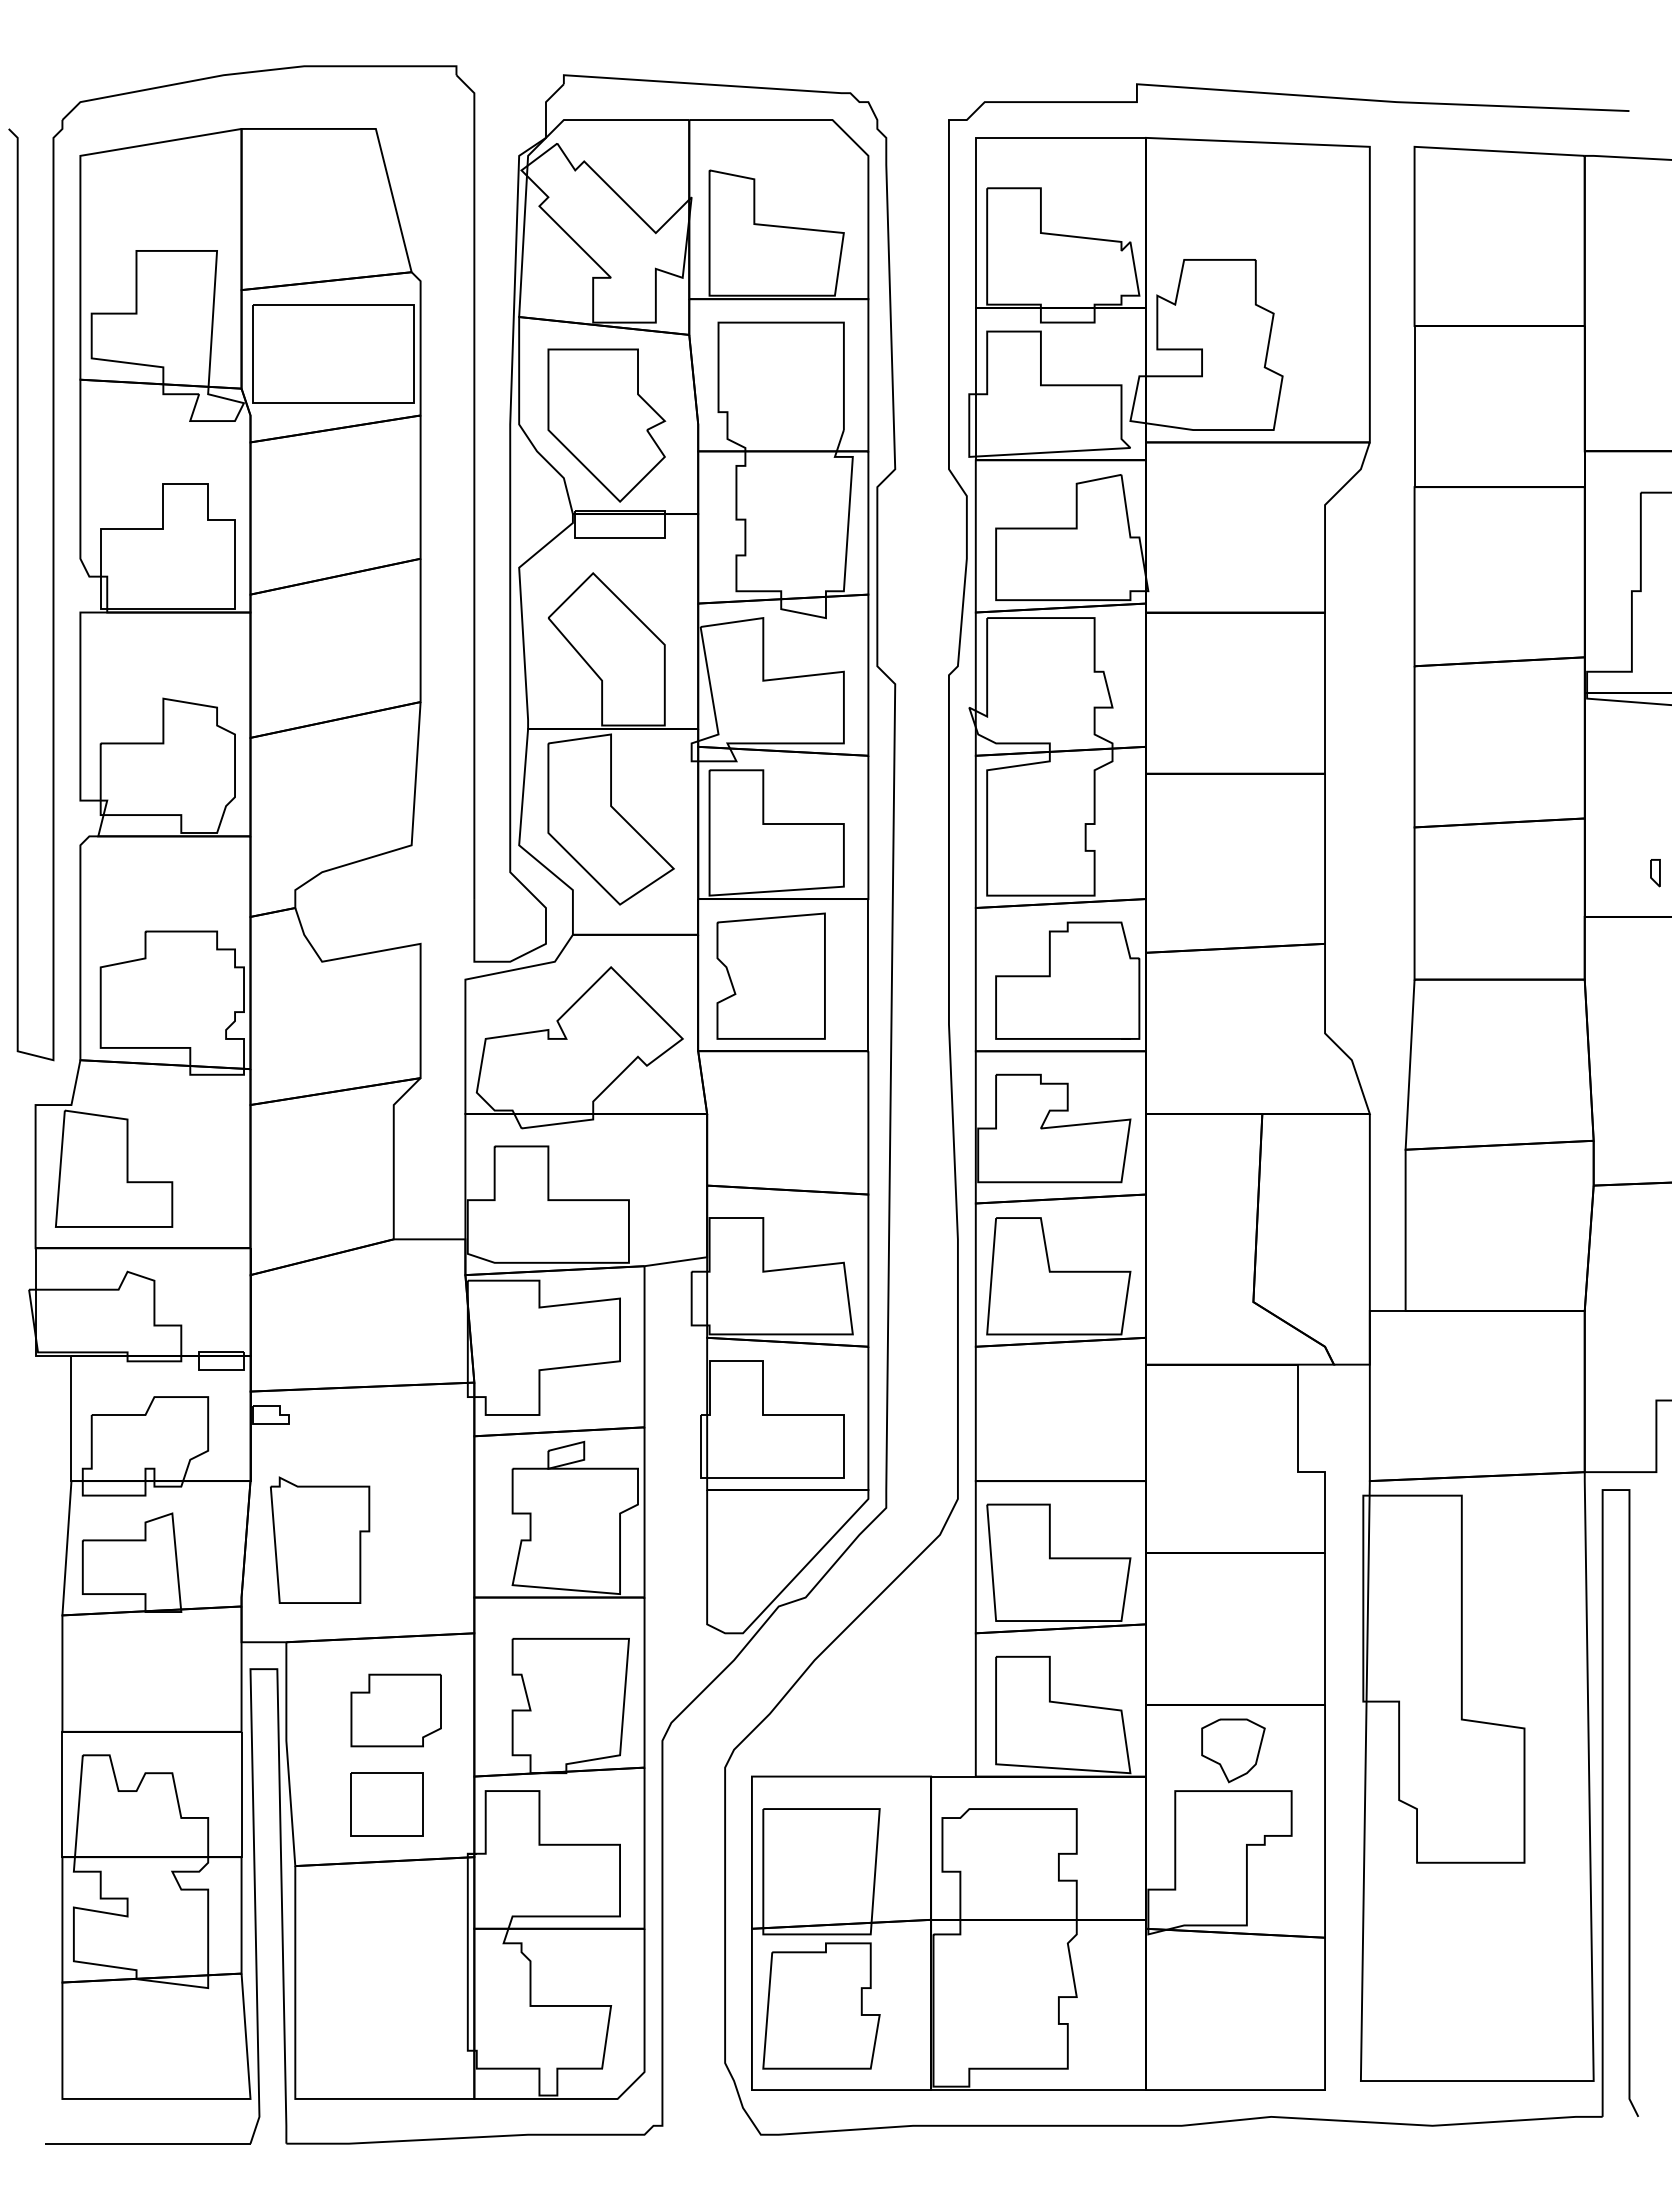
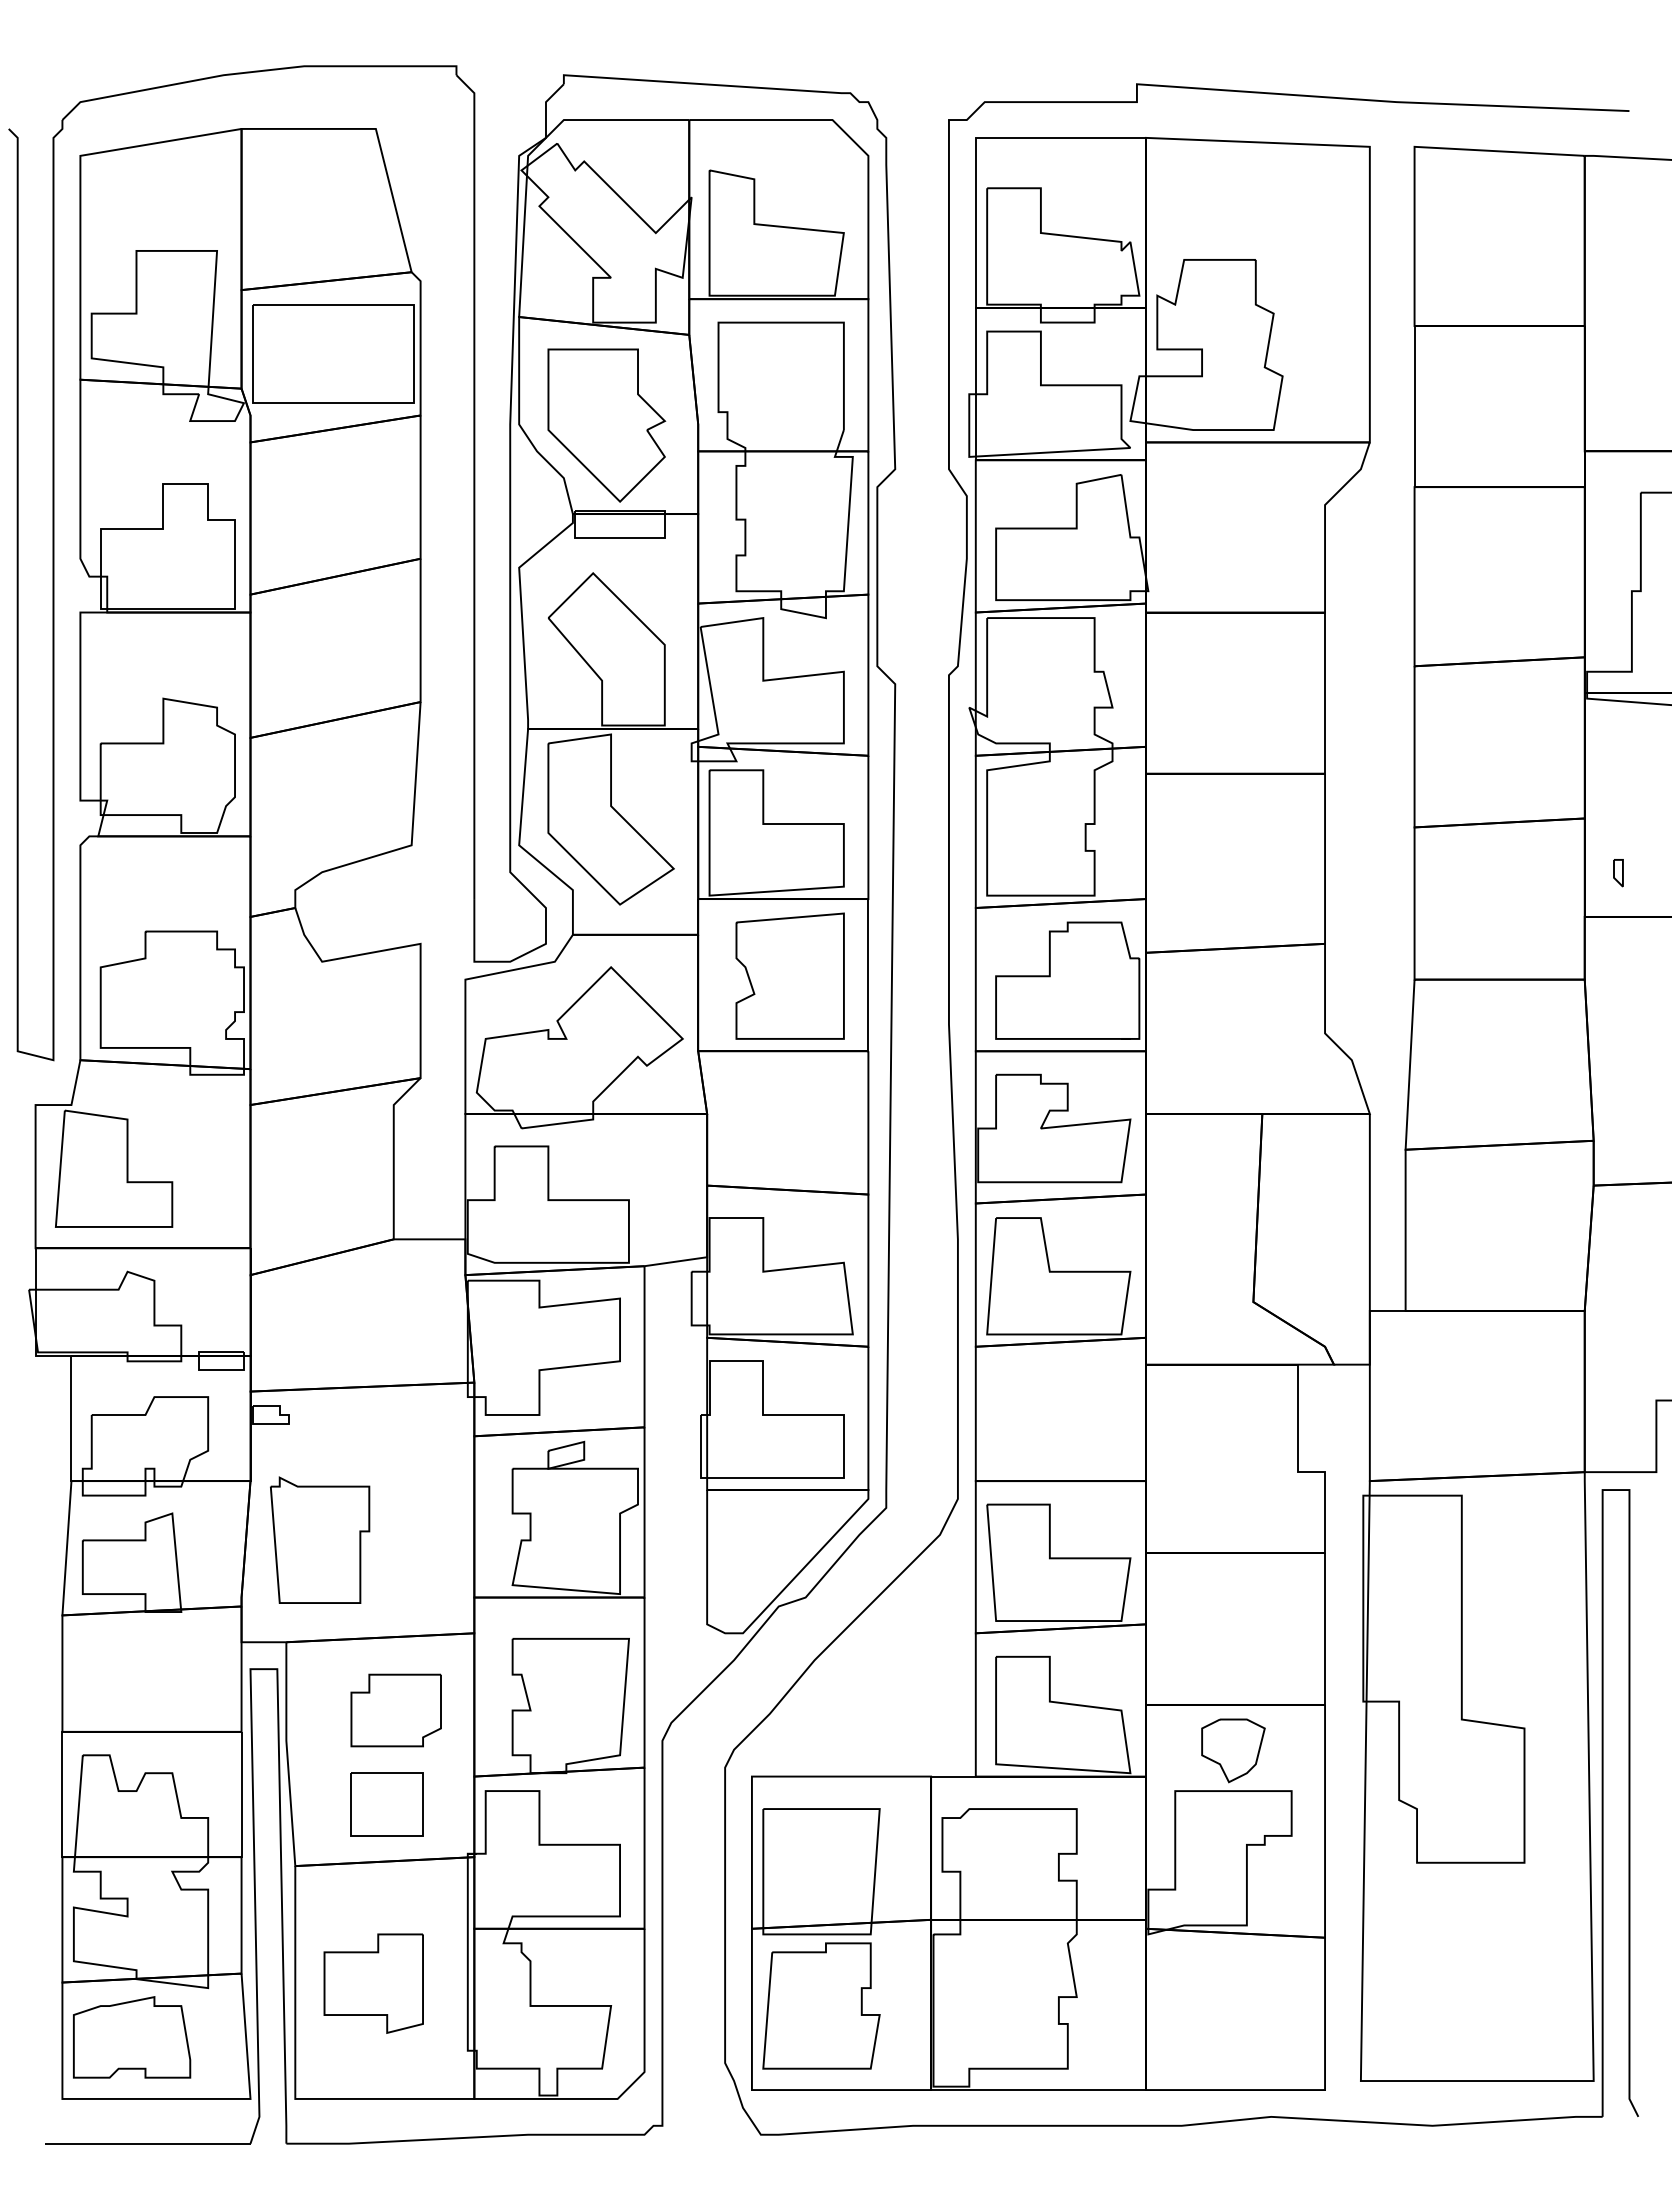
part at (1655, 873) position: (1655, 873) -> (1618, 873)
part at (770, 975) position: (770, 975) -> (789, 975)
part at (373, 1983): none -> present
part at (132, 2037): none -> present
